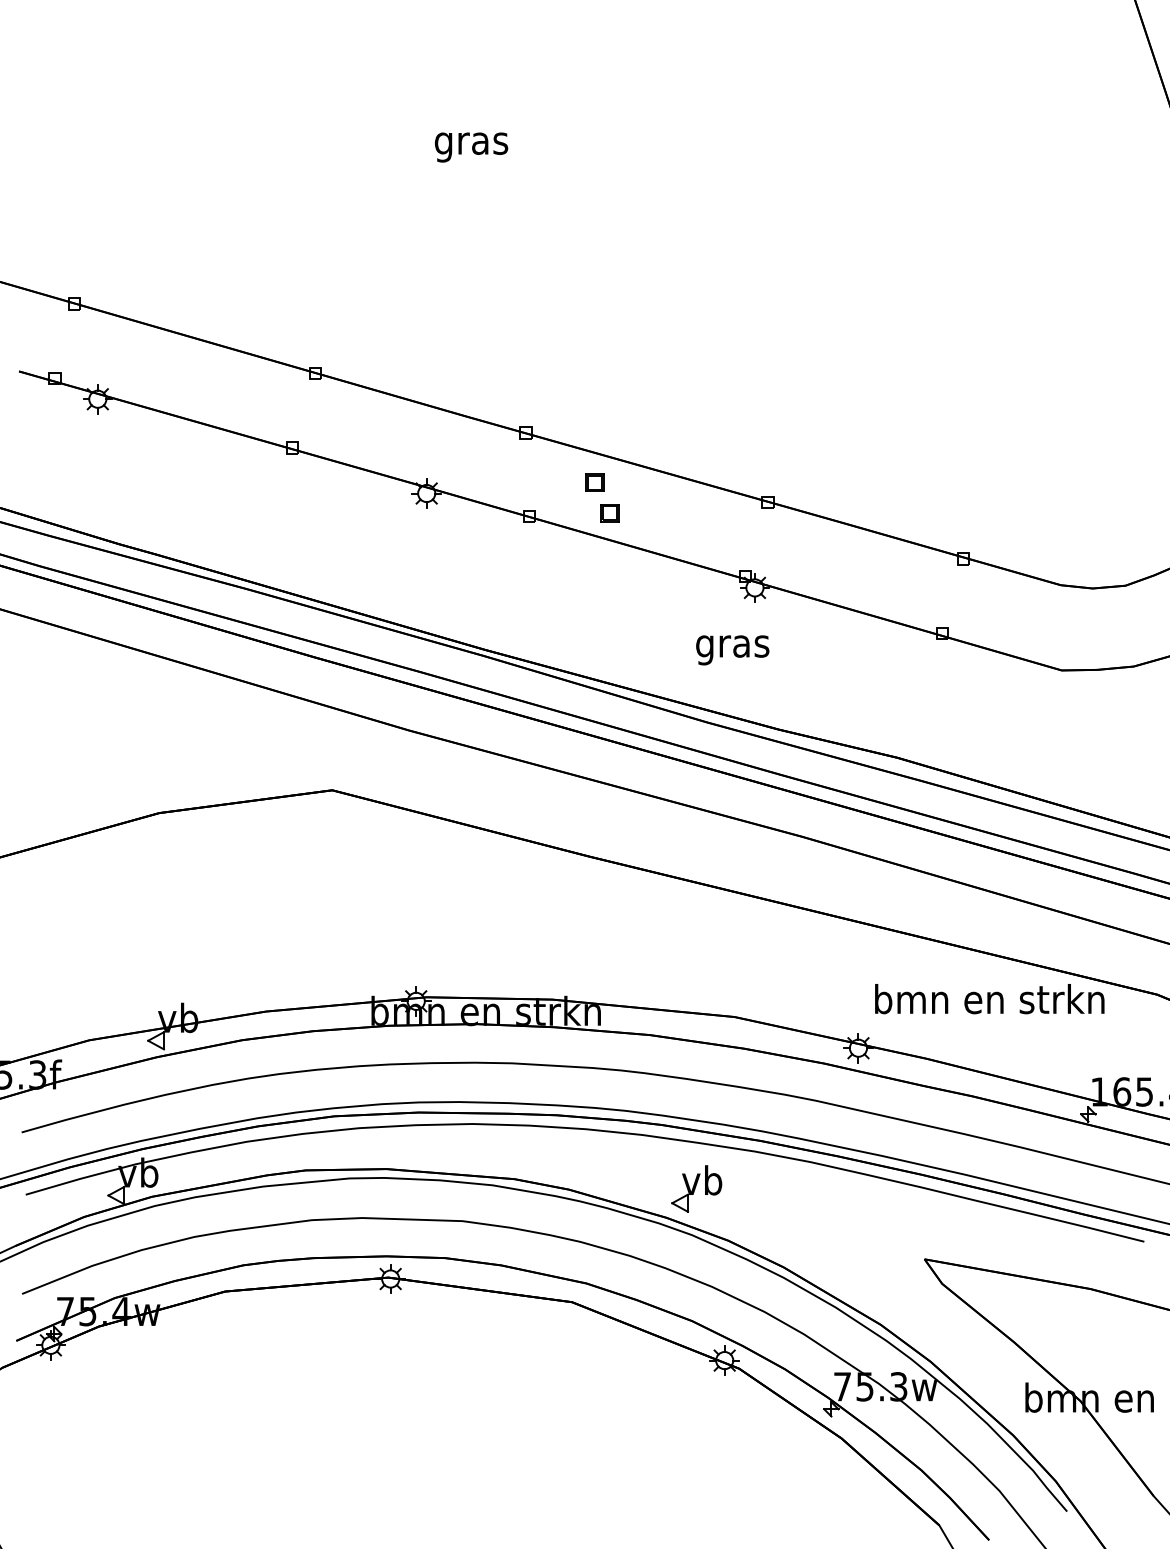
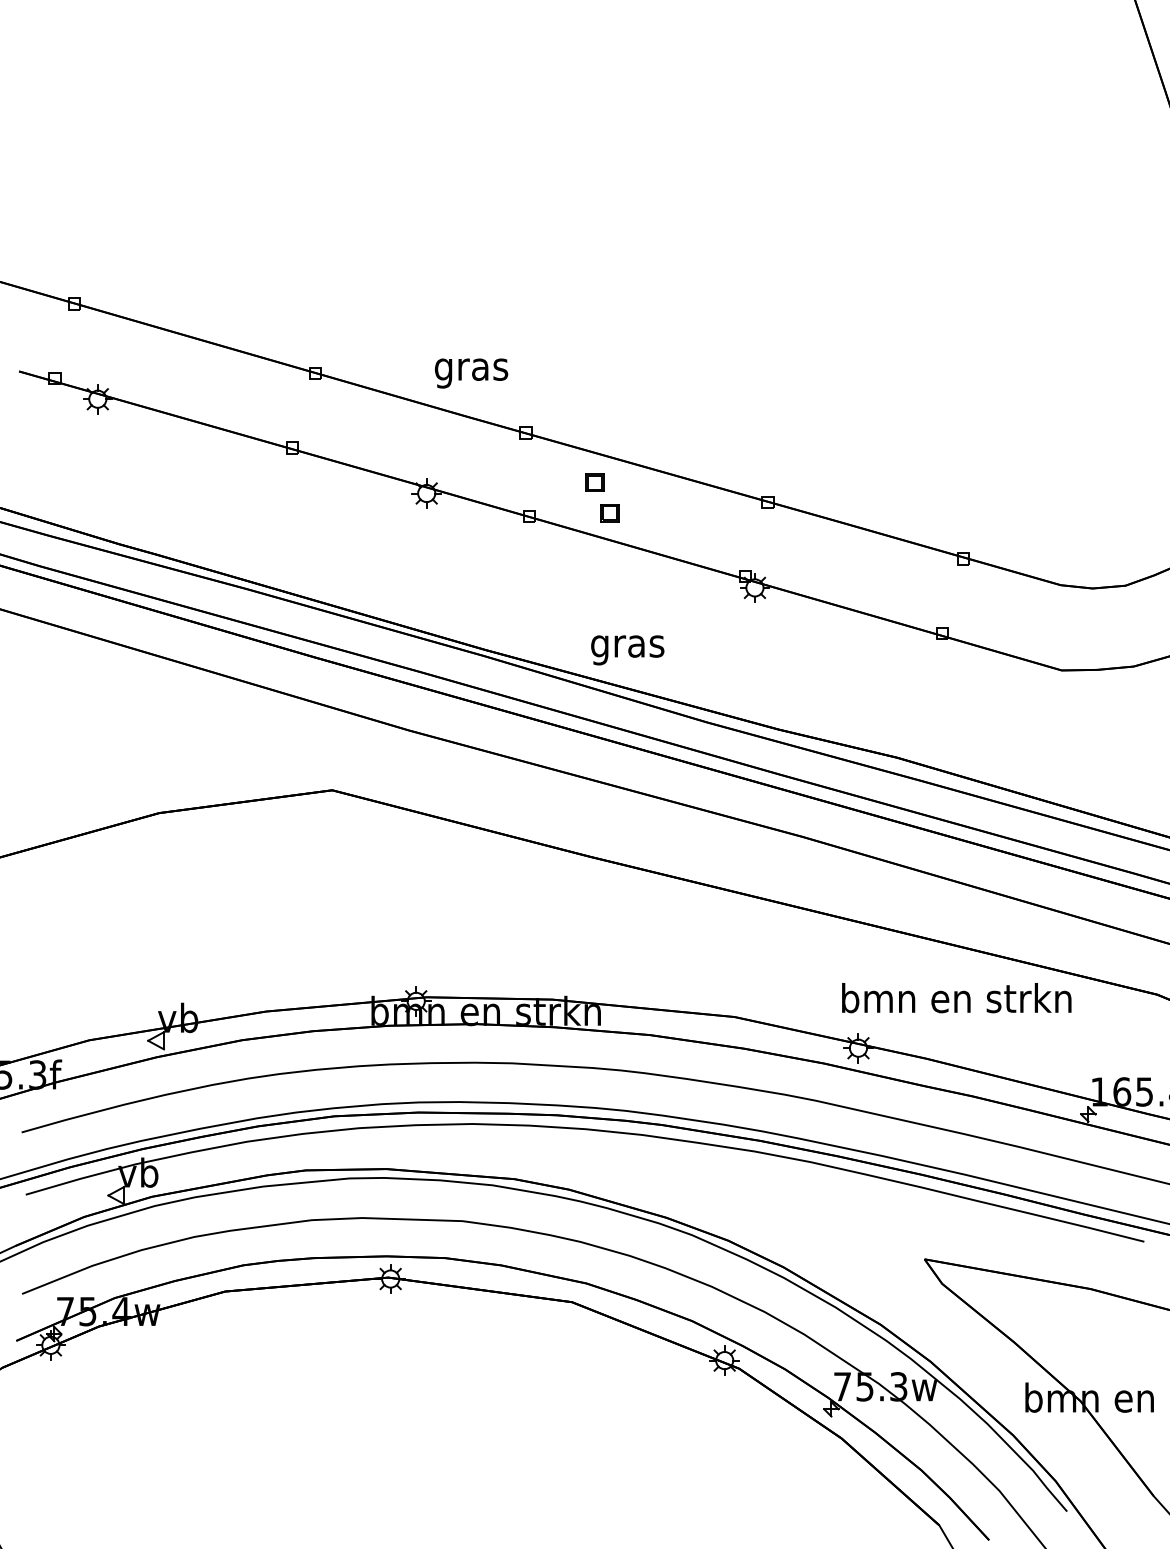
text at (471, 147) position: (471, 147) -> (471, 373)
text at (732, 650) position: (732, 650) -> (627, 650)
text at (989, 999) position: (989, 999) -> (956, 998)
part at (696, 1188): present -> none
